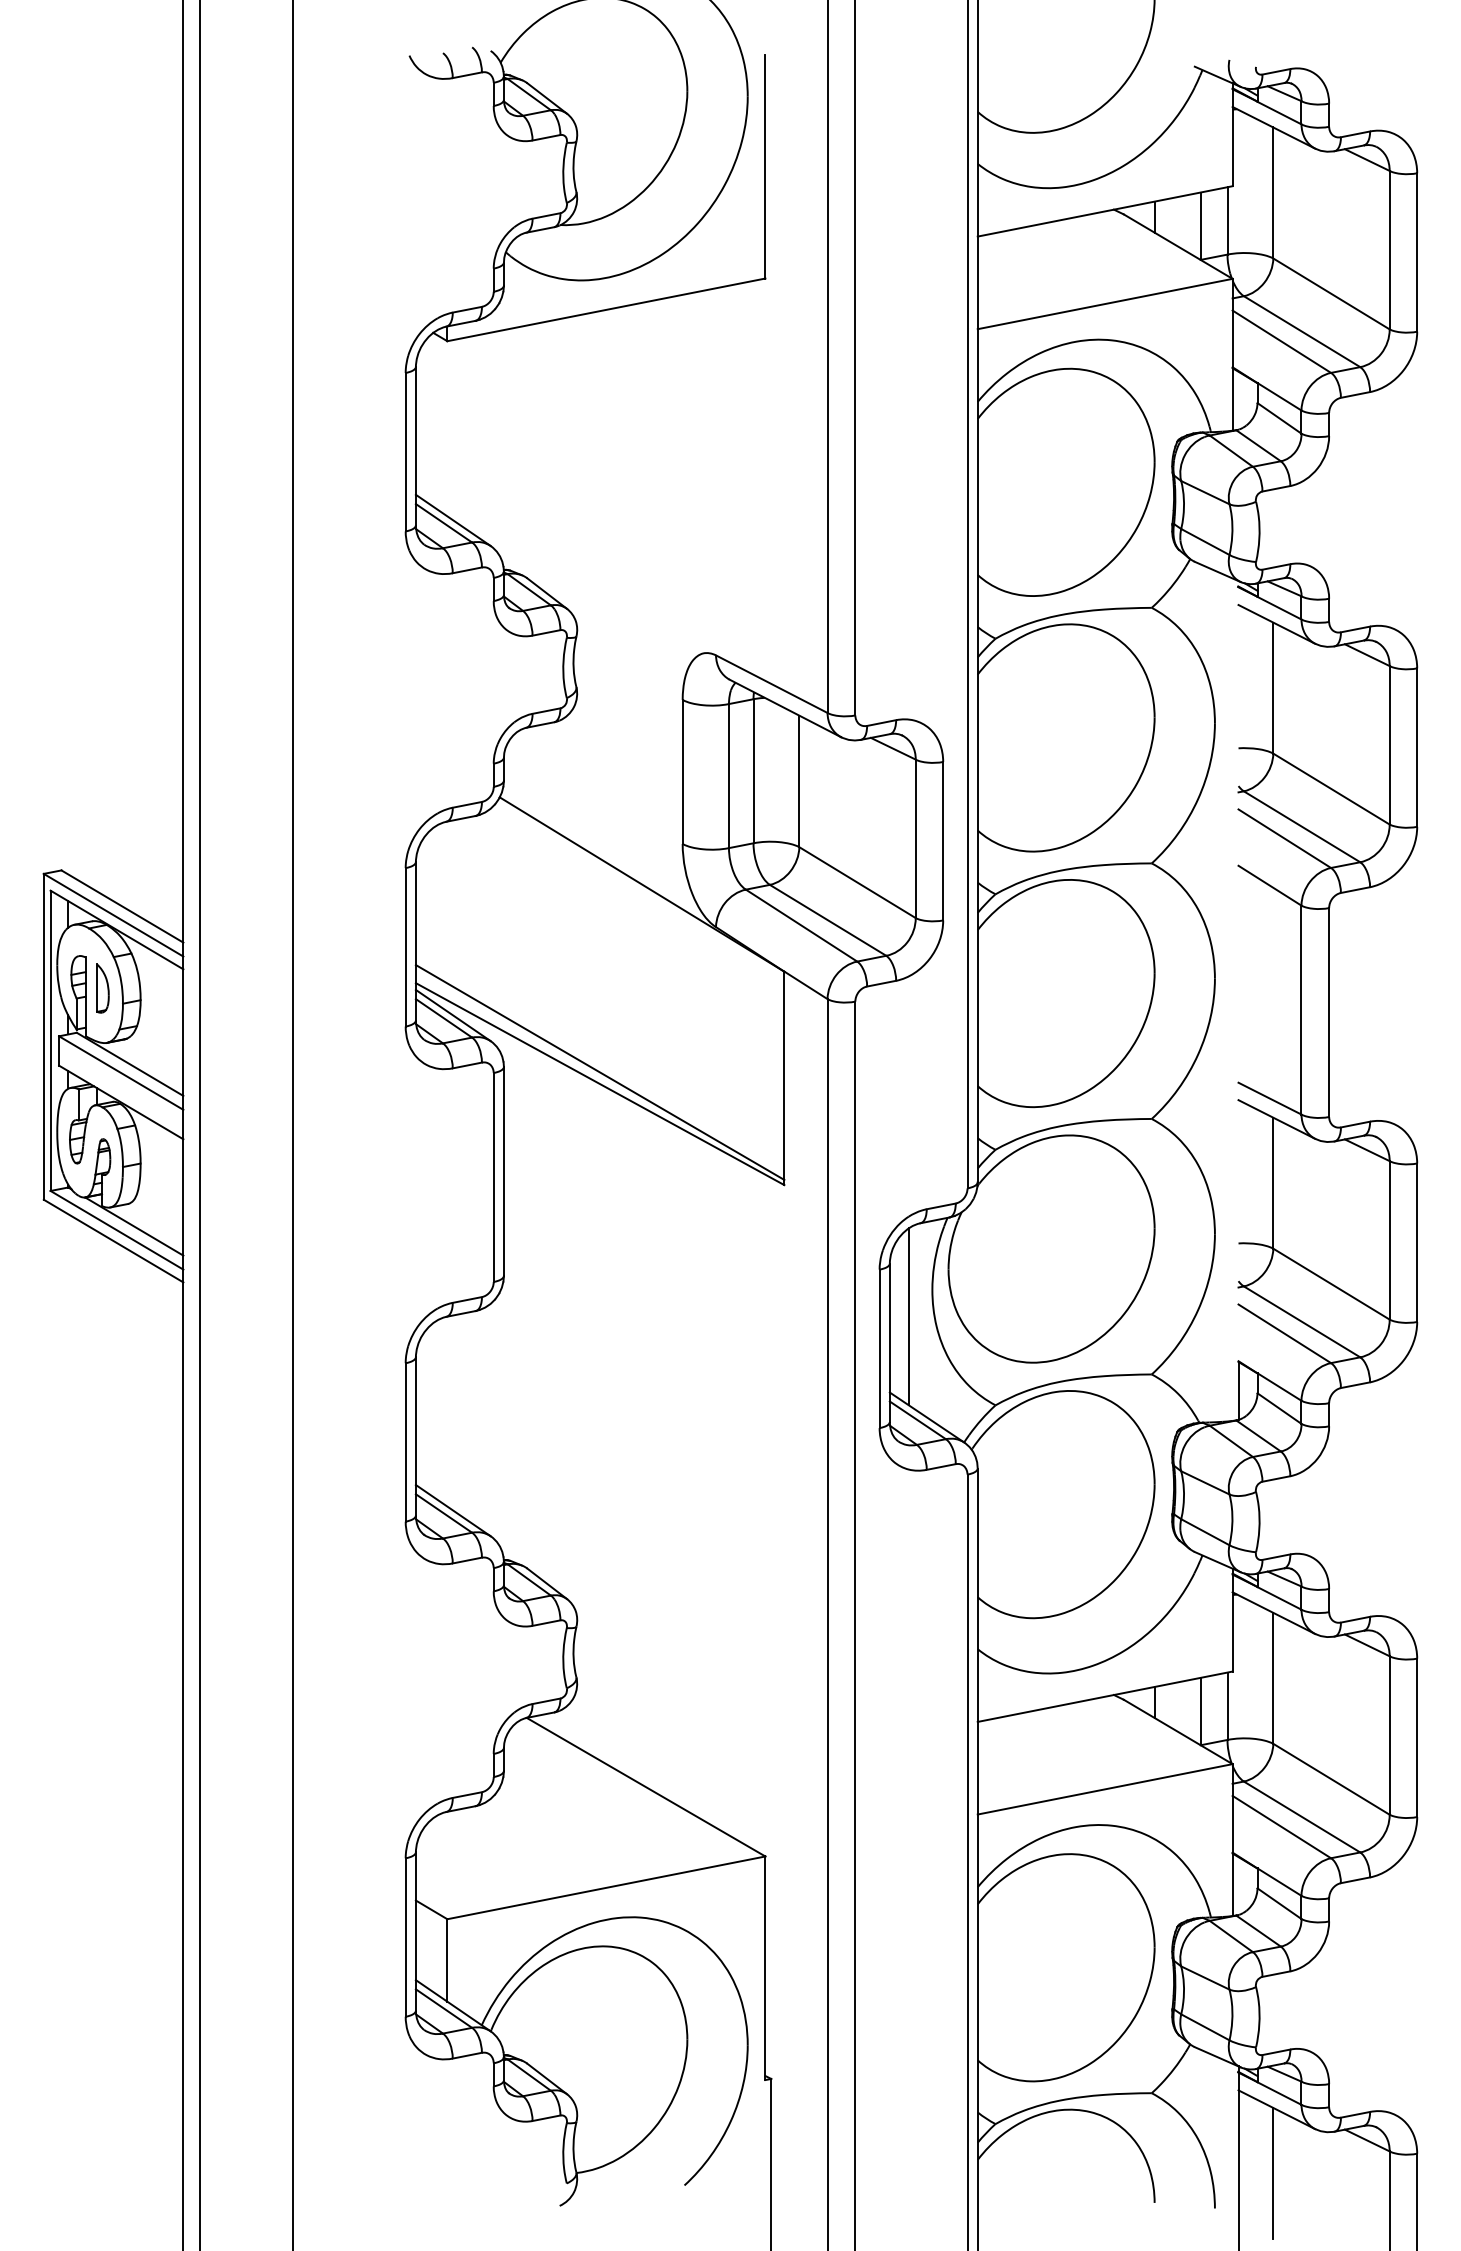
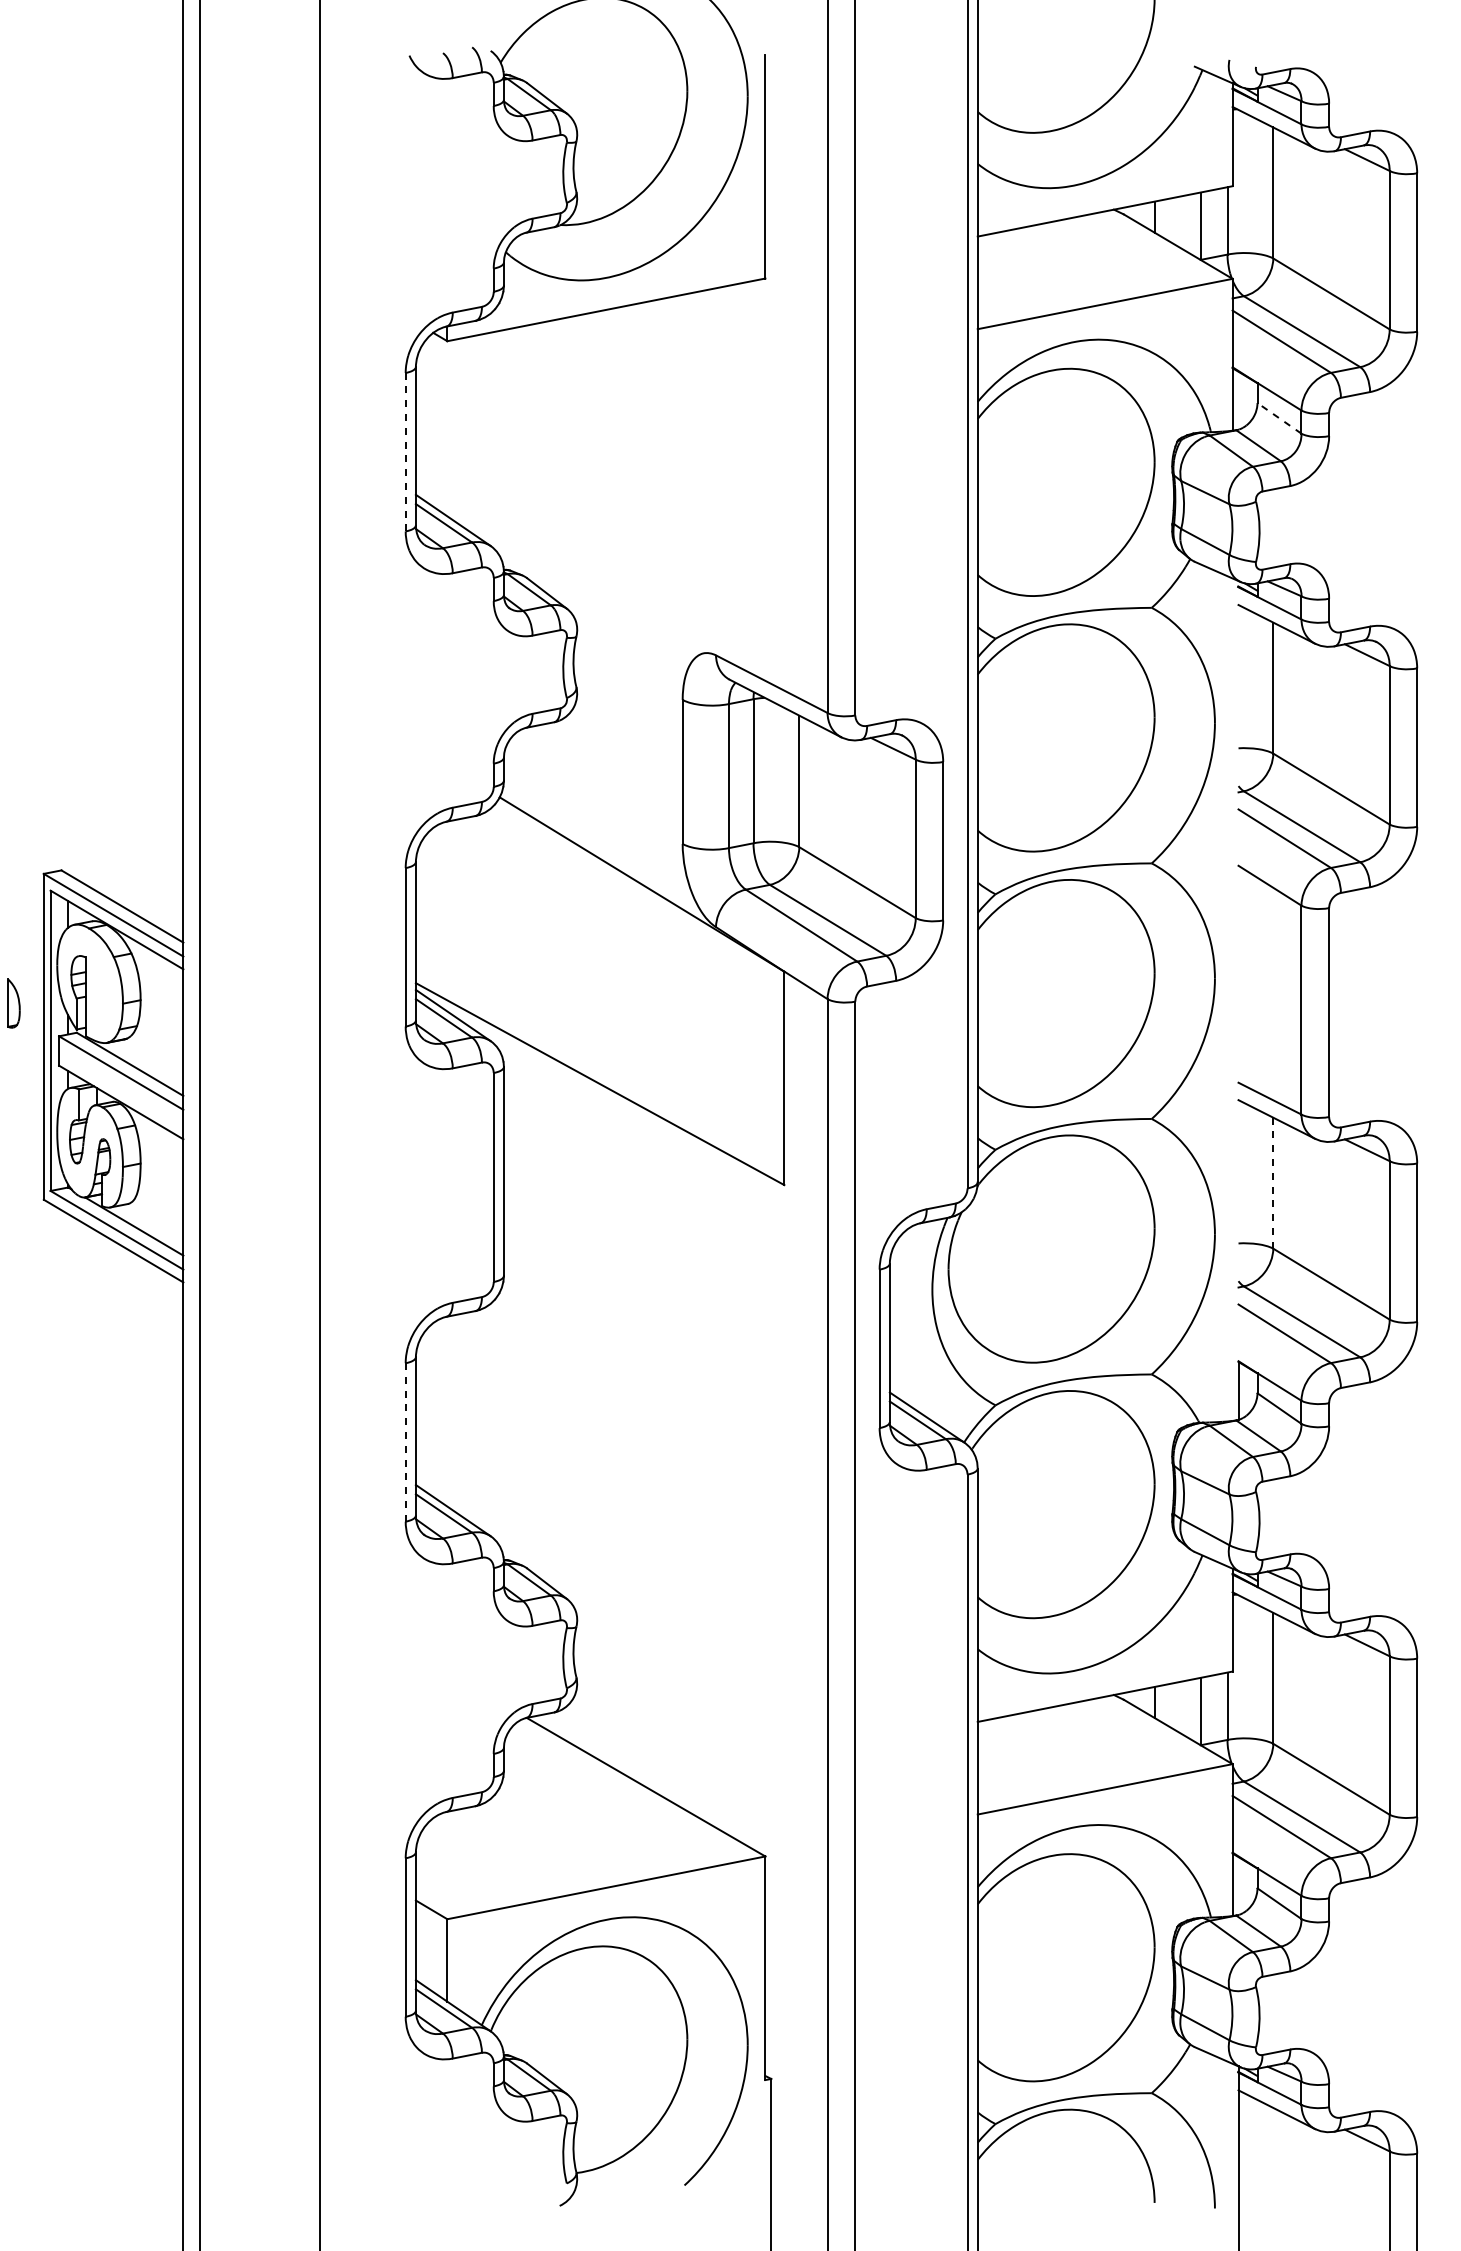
line at (1279, 418): solid -> dashed
line at (405, 451): solid -> dashed
part at (102, 988) position: (102, 988) -> (13, 1003)
line at (599, 1072): present -> none
line at (293, 1124) position: (293, 1124) -> (320, 1124)
line at (1273, 1183): solid -> dashed
line at (908, 1316): present -> none
line at (405, 1441): solid -> dashed
line at (1273, 2172): present -> none
